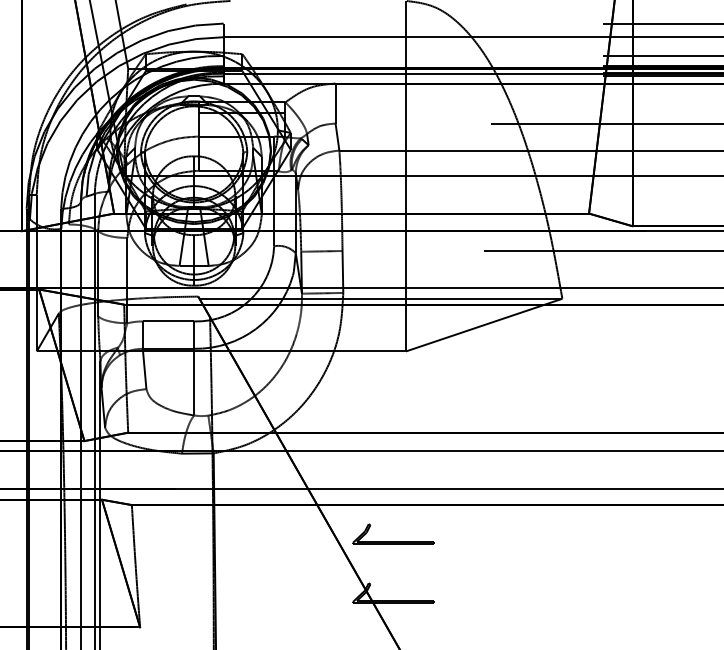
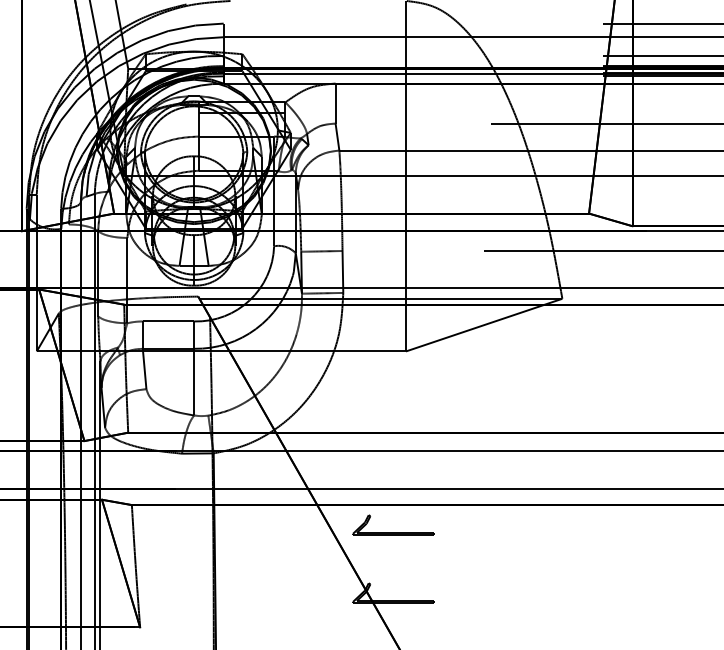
part at (393, 541) position: (393, 541) -> (393, 532)
